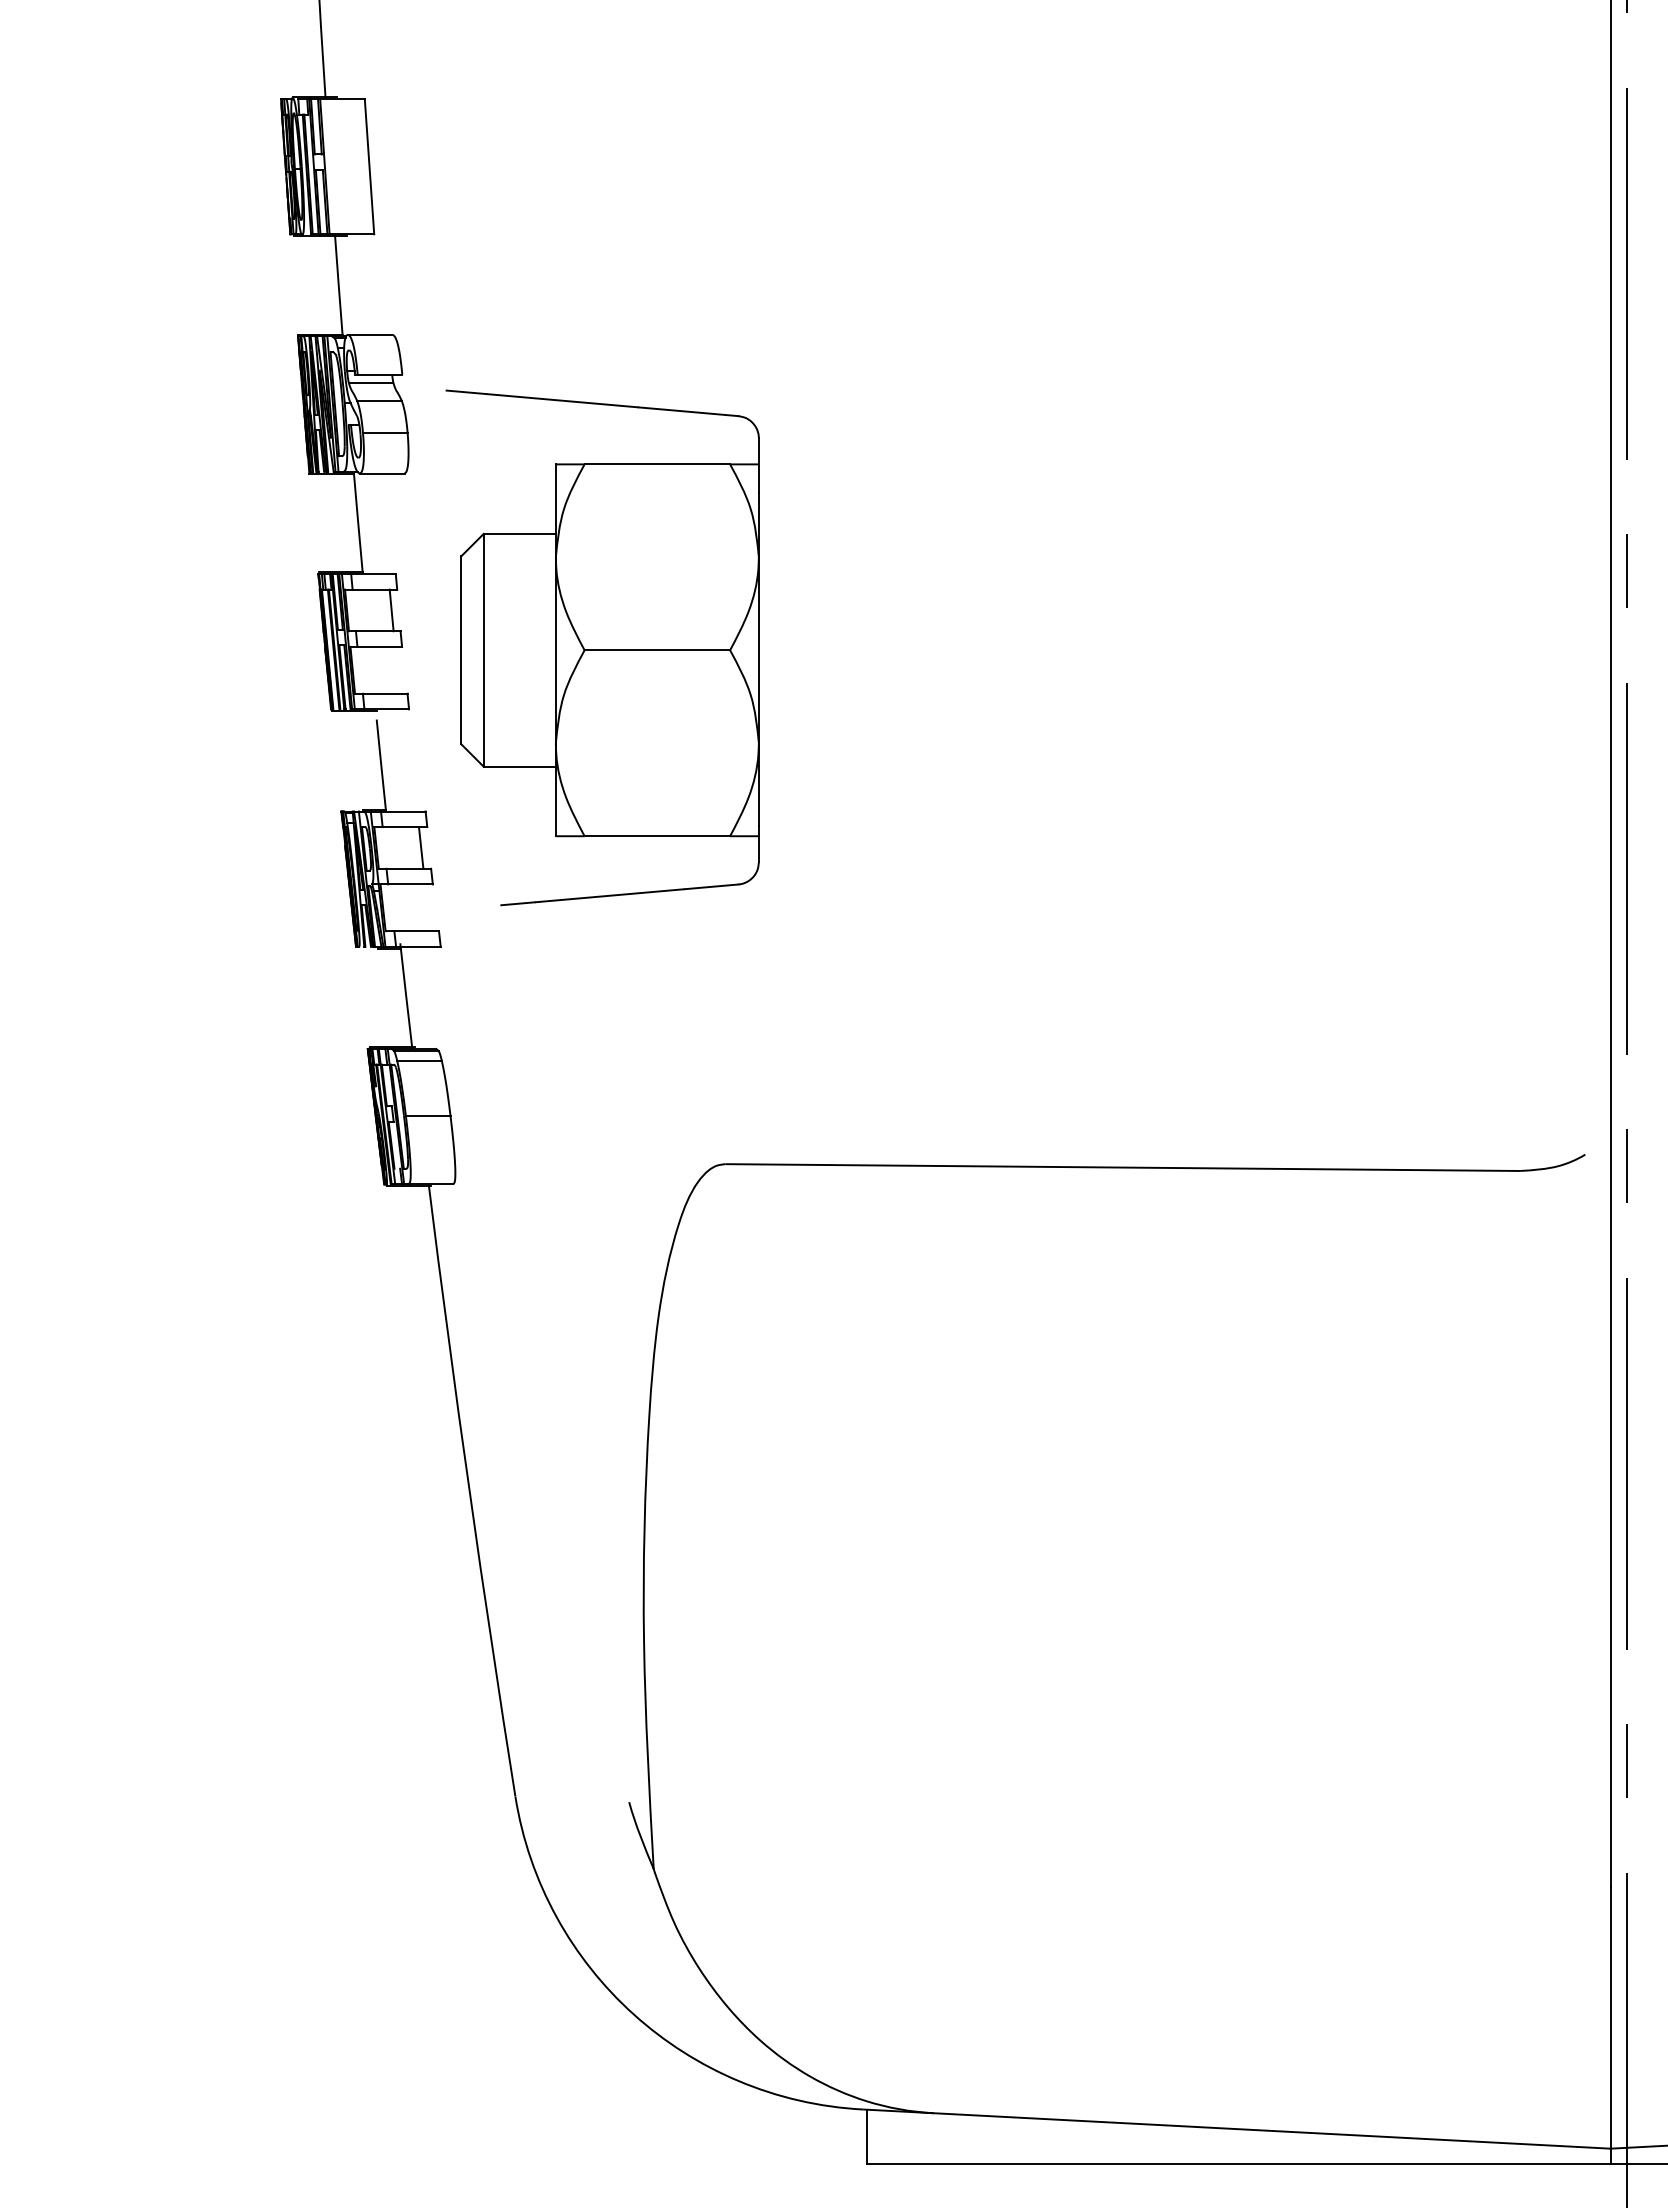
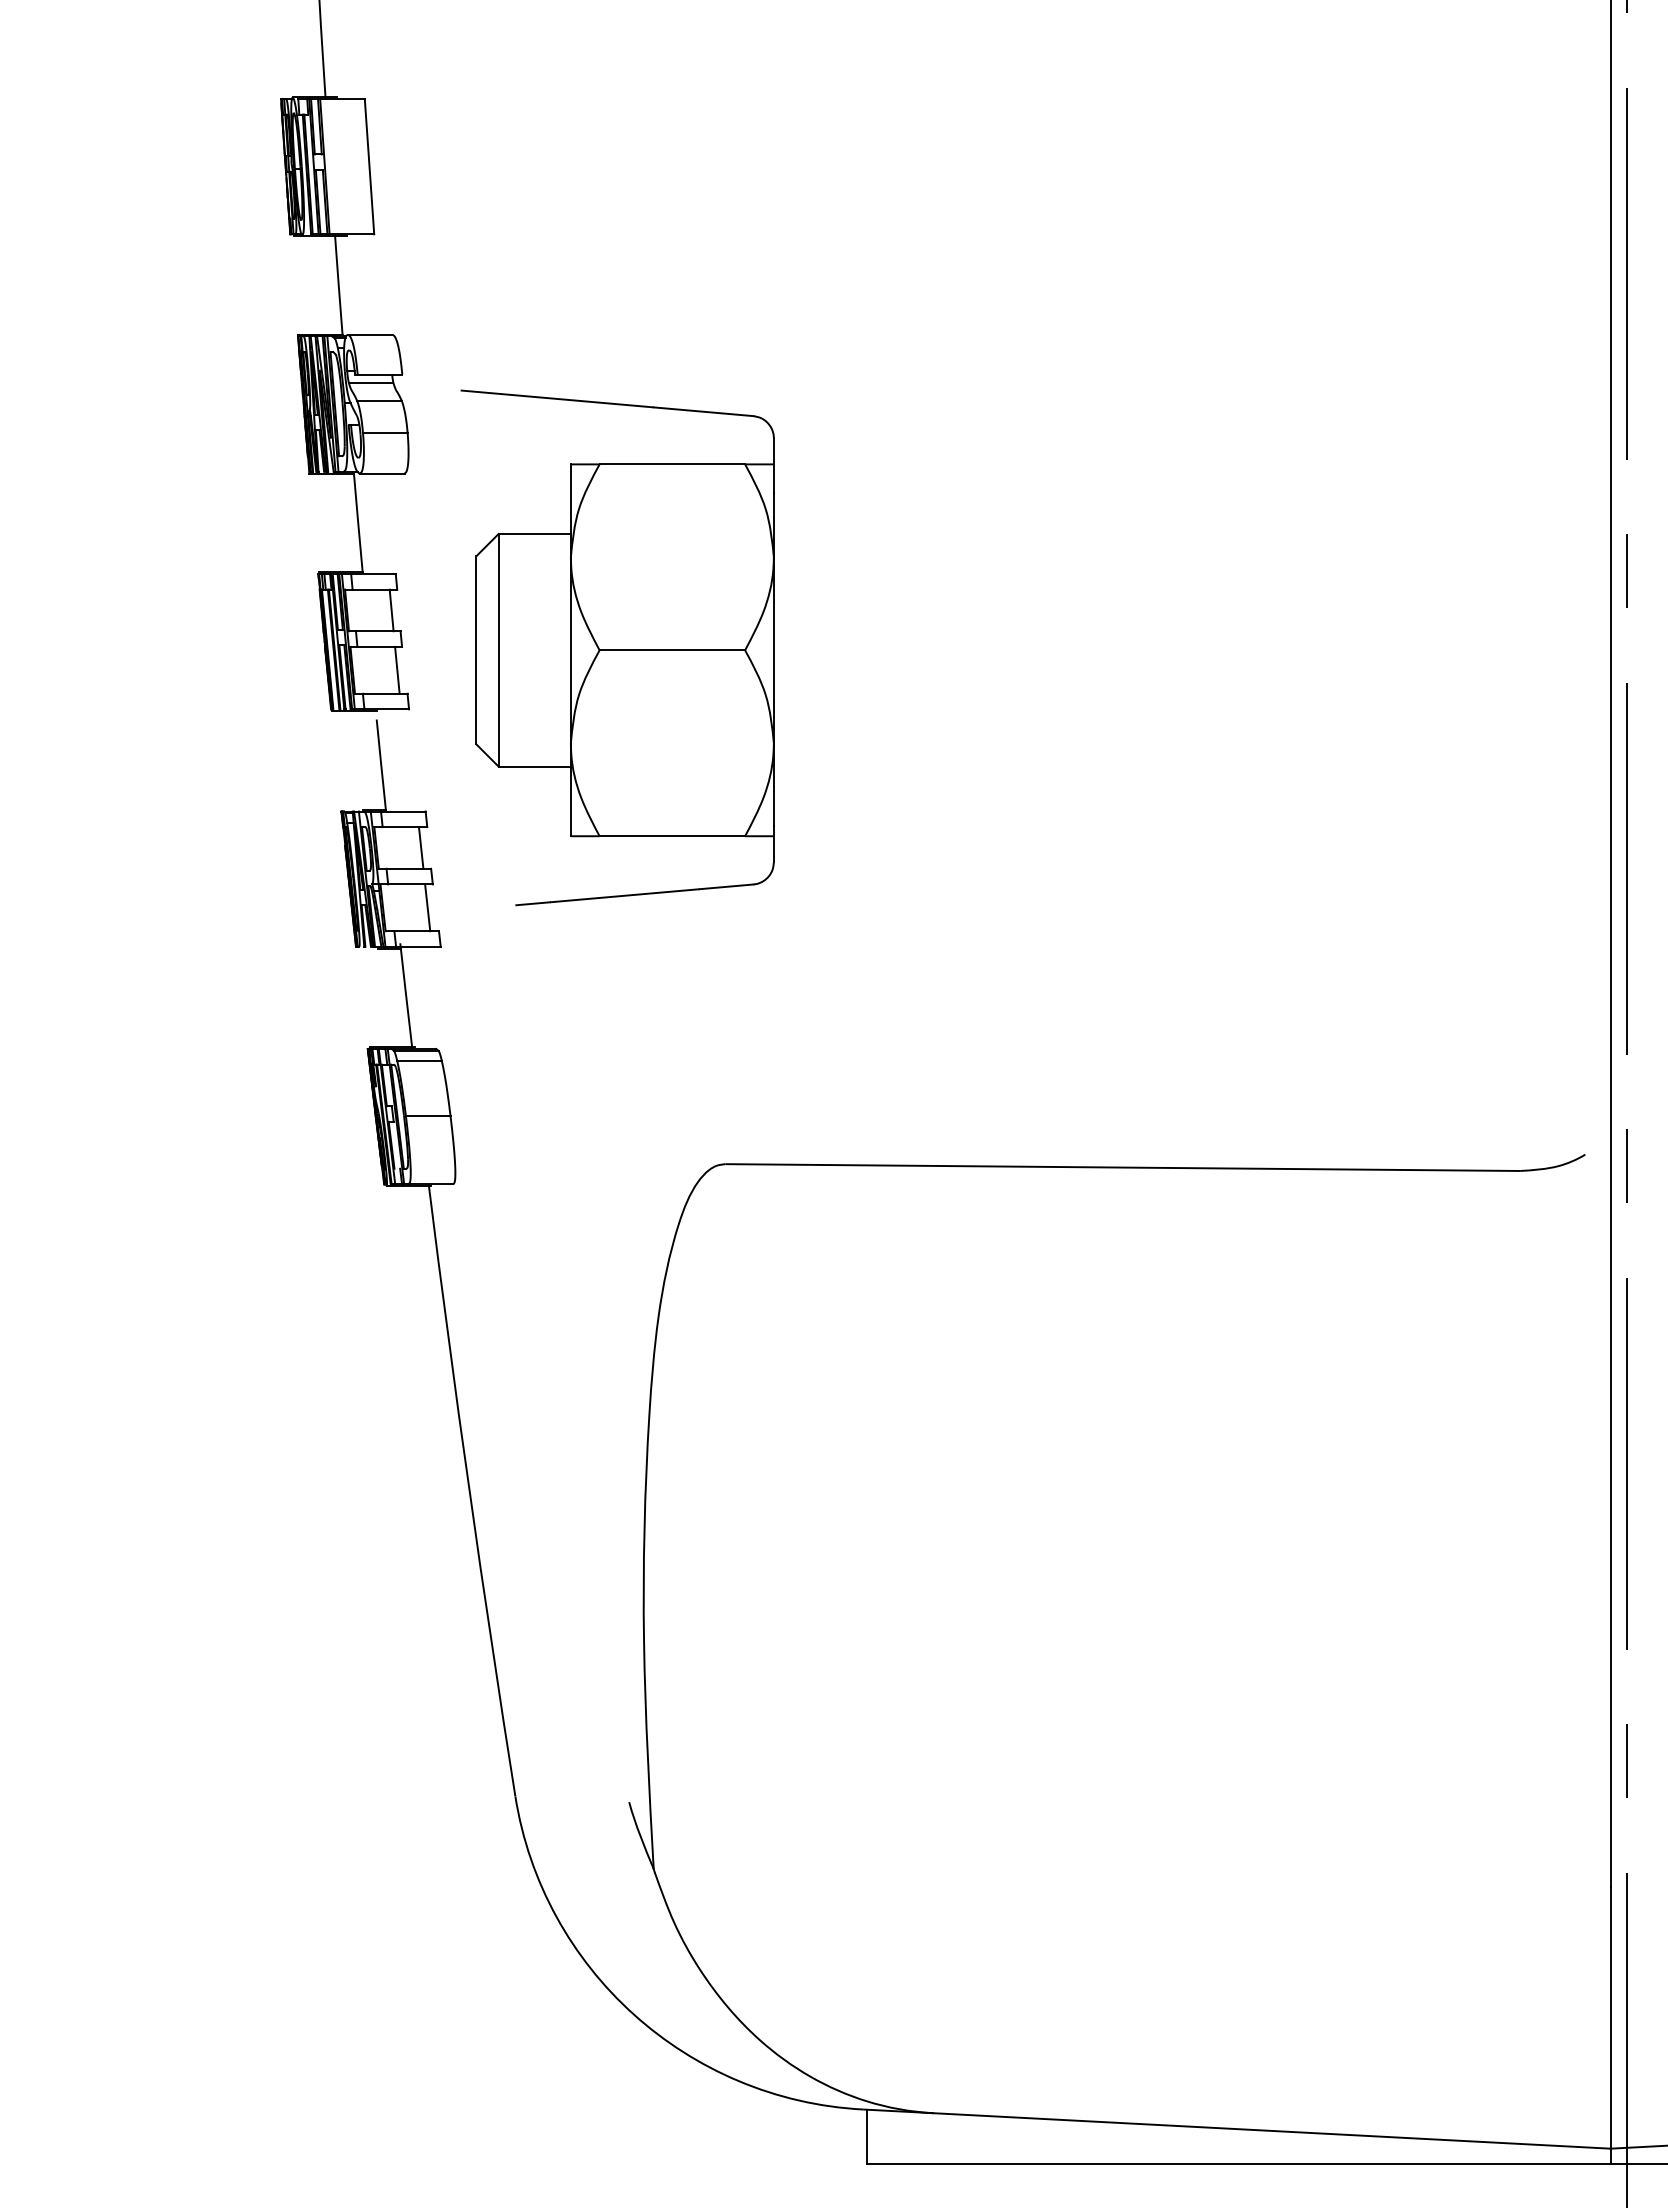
part at (602, 647) position: (602, 647) -> (617, 647)
line at (397, 669): none -> present
line at (427, 907): none -> present
